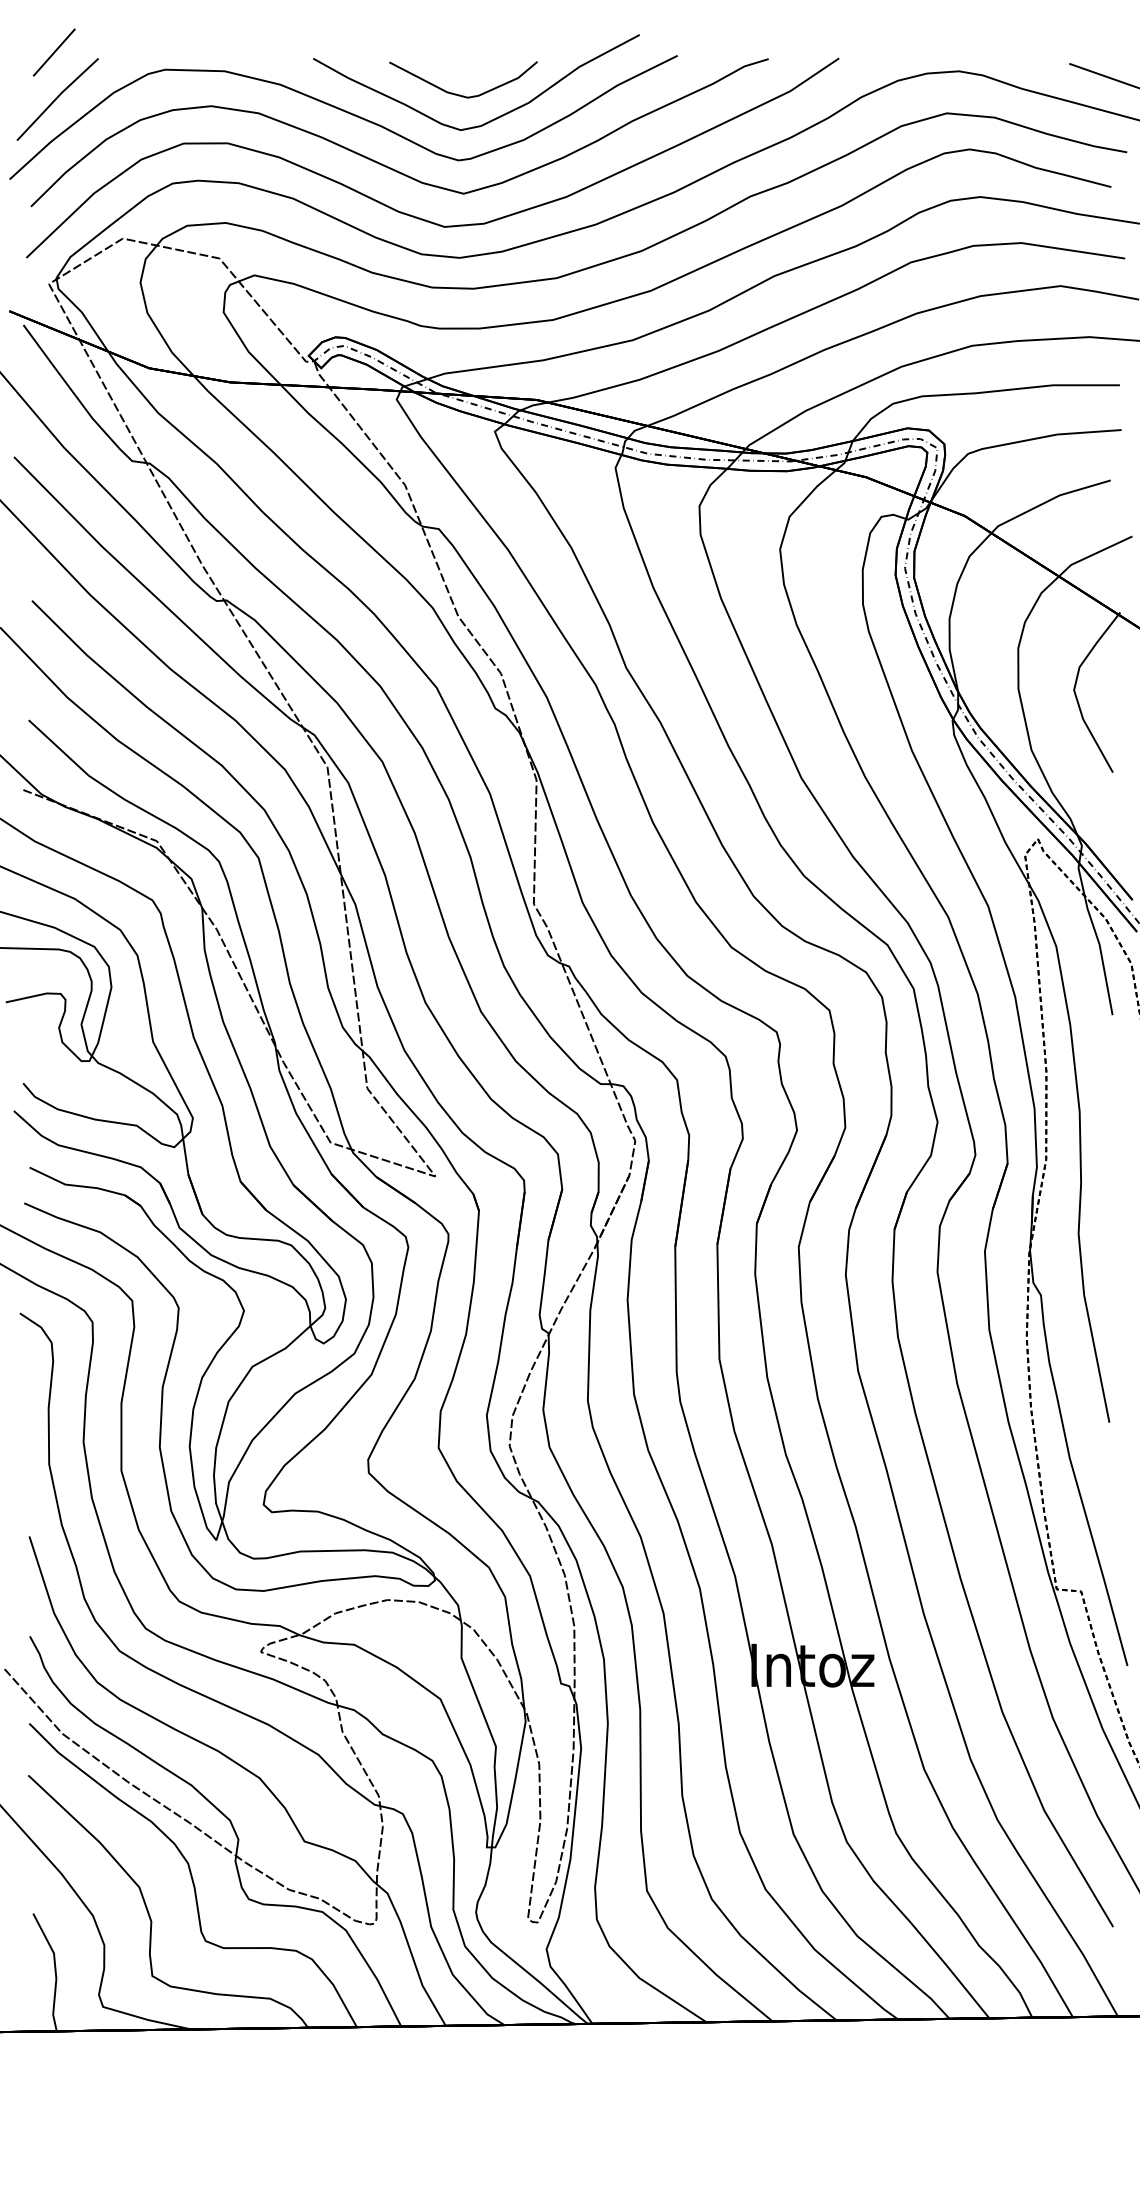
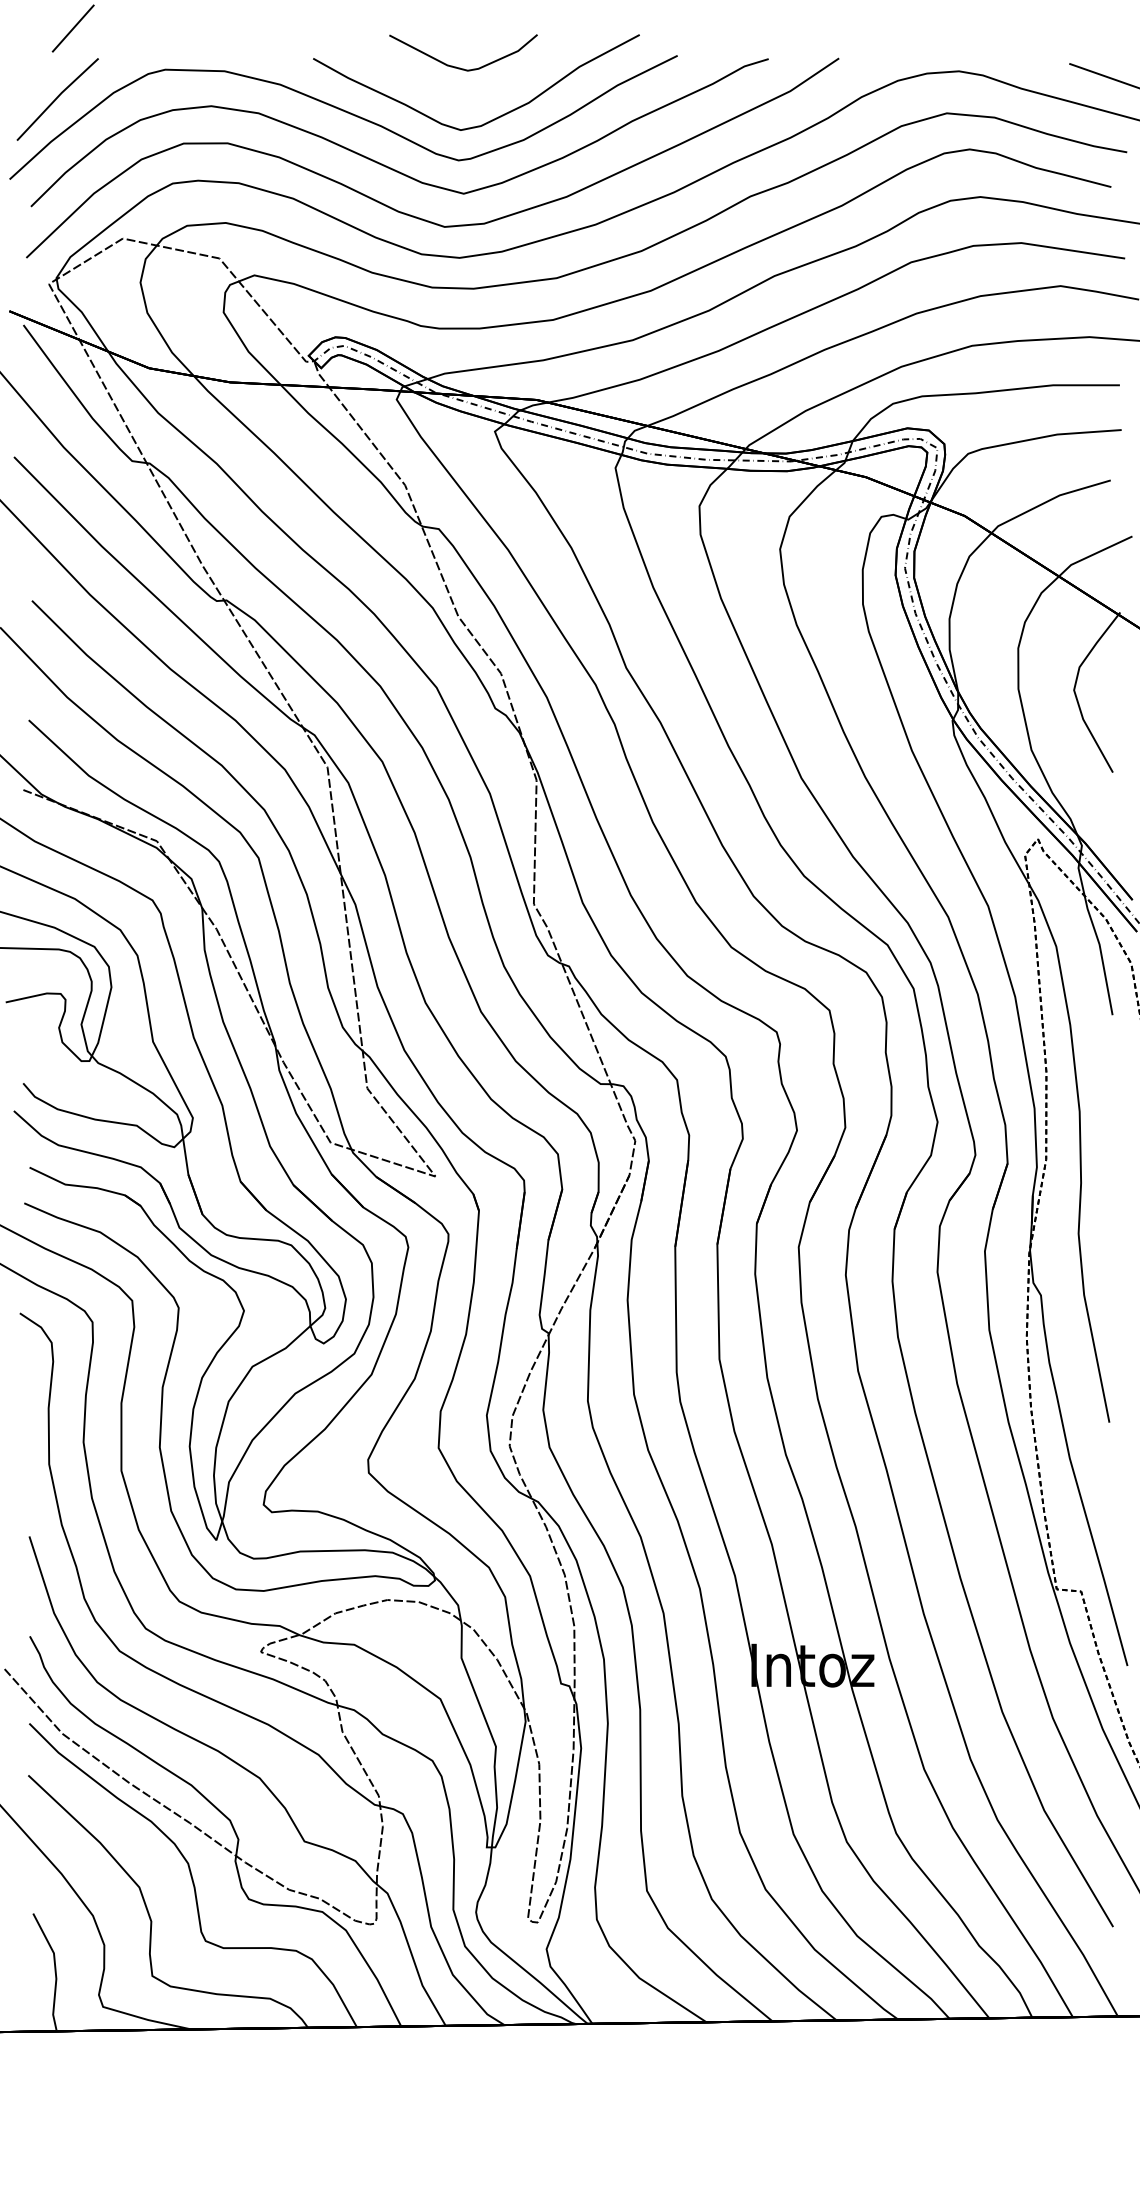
line at (53, 52) position: (53, 52) -> (72, 28)
curve at (460, 94) position: (460, 94) -> (460, 67)
